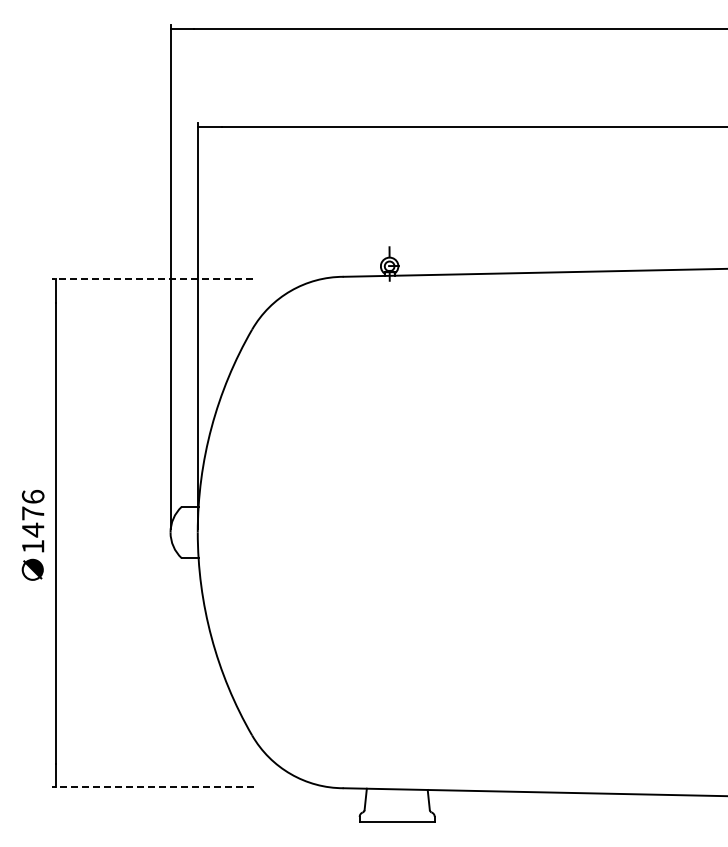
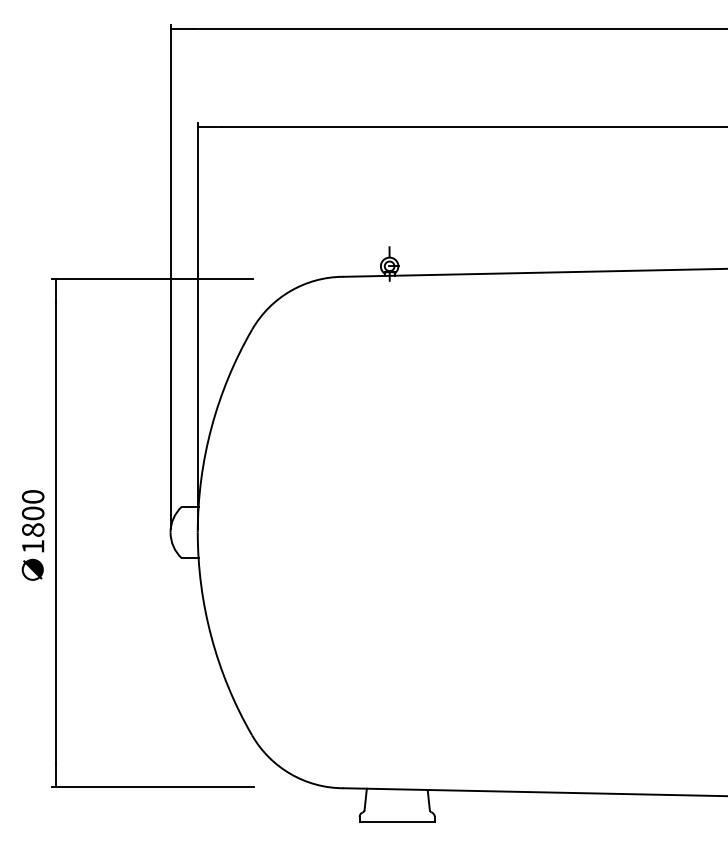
line at (151, 278): dashed -> solid
text at (32, 513): 1476 -> 1800
line at (152, 787): dashed -> solid
